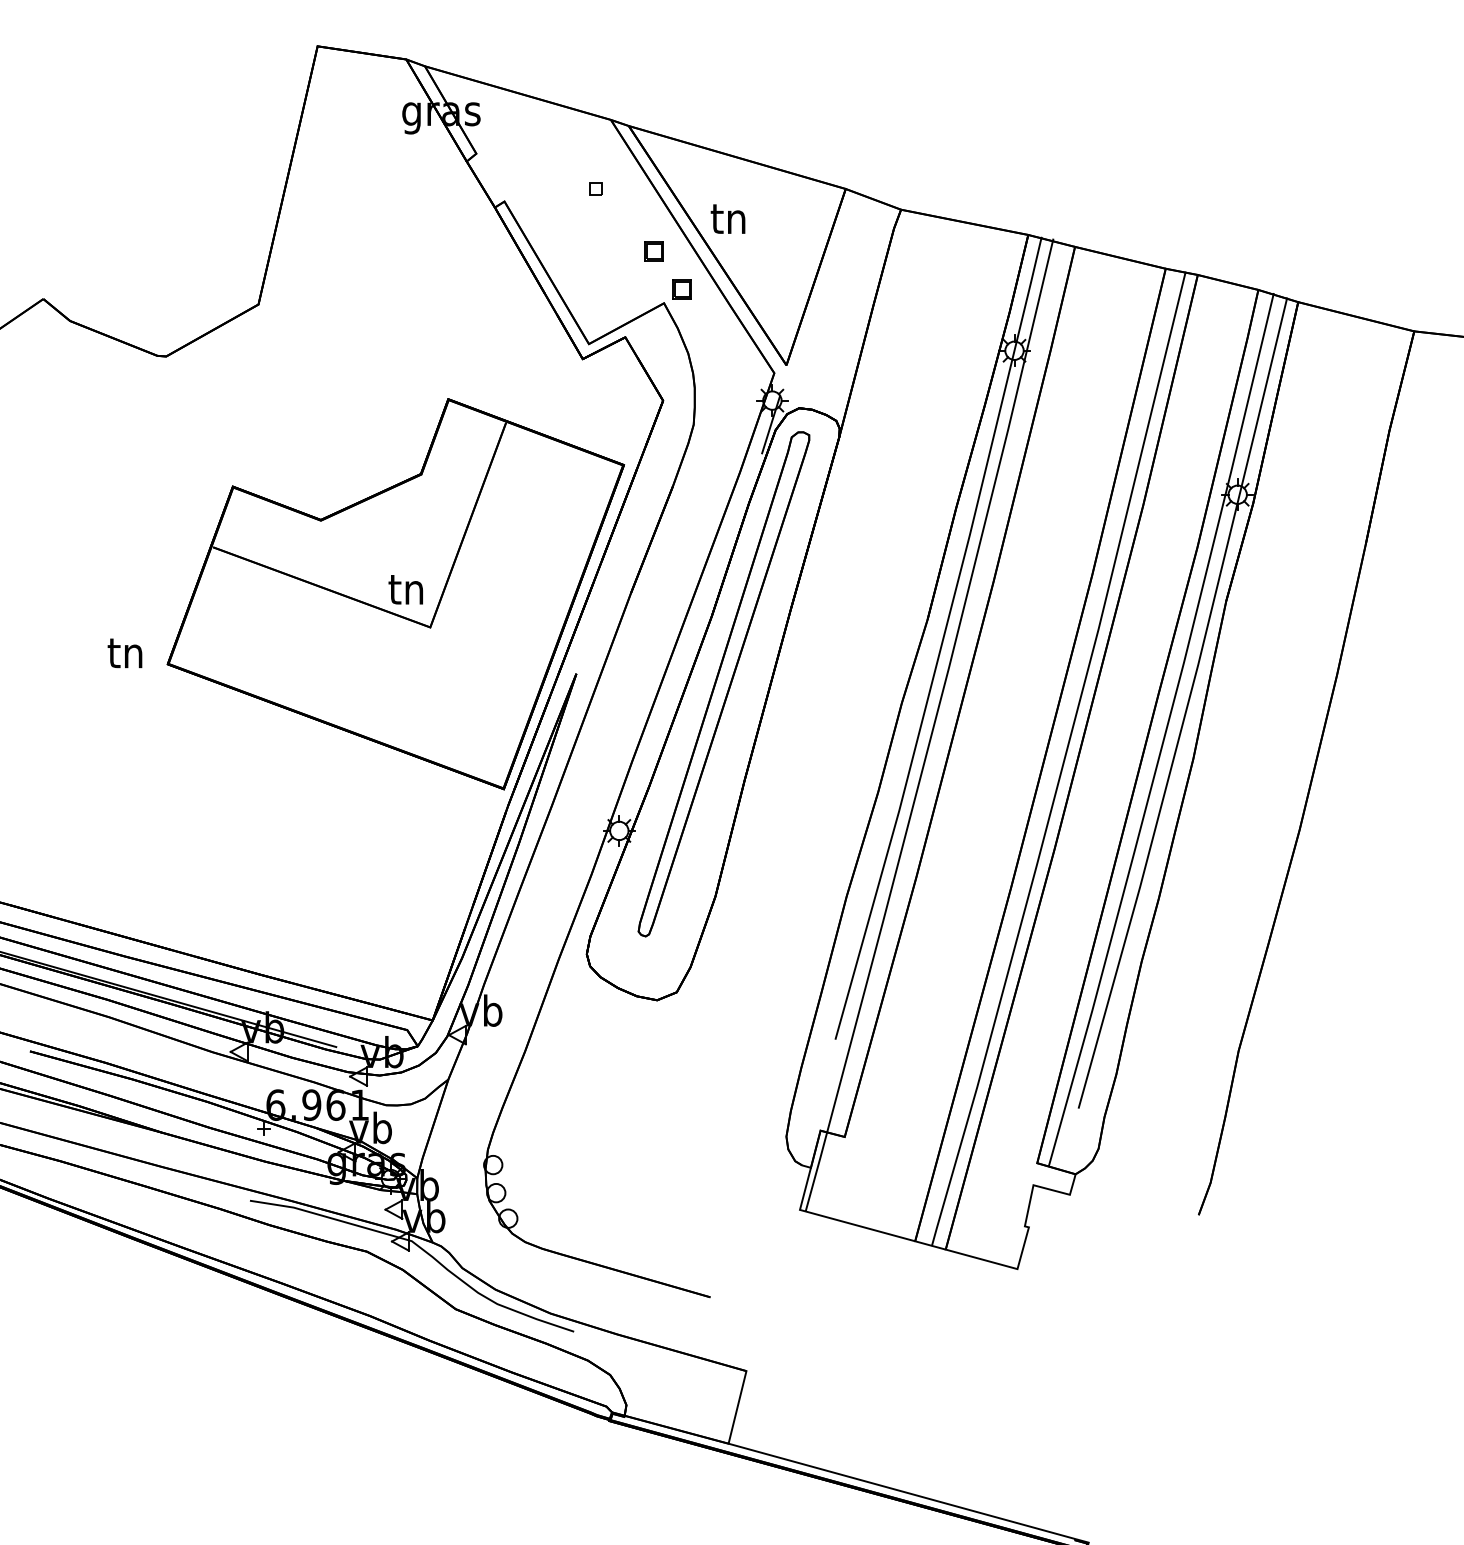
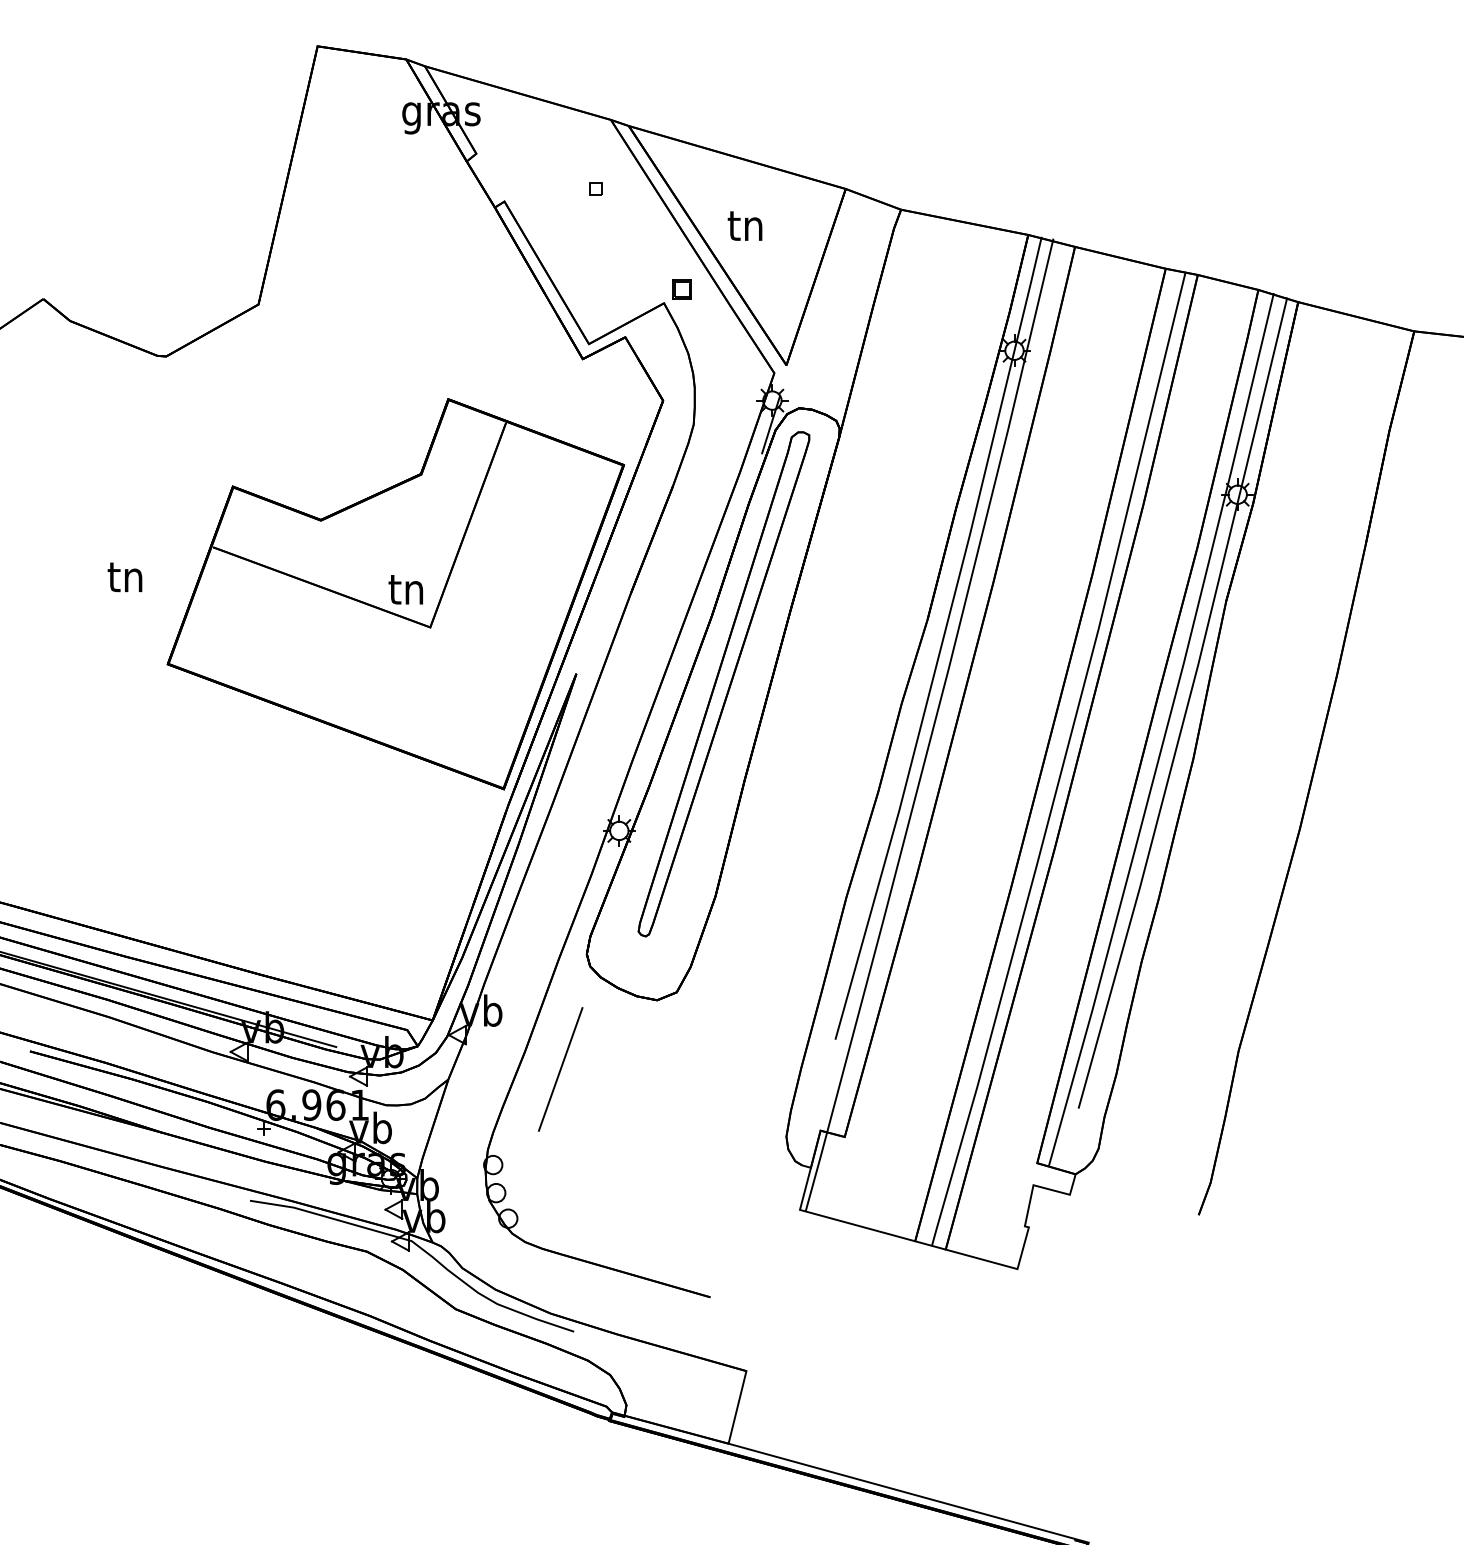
text at (727, 218) position: (727, 218) -> (744, 225)
part at (653, 251): present -> none
text at (124, 653) position: (124, 653) -> (124, 577)
line at (560, 1069): none -> present
